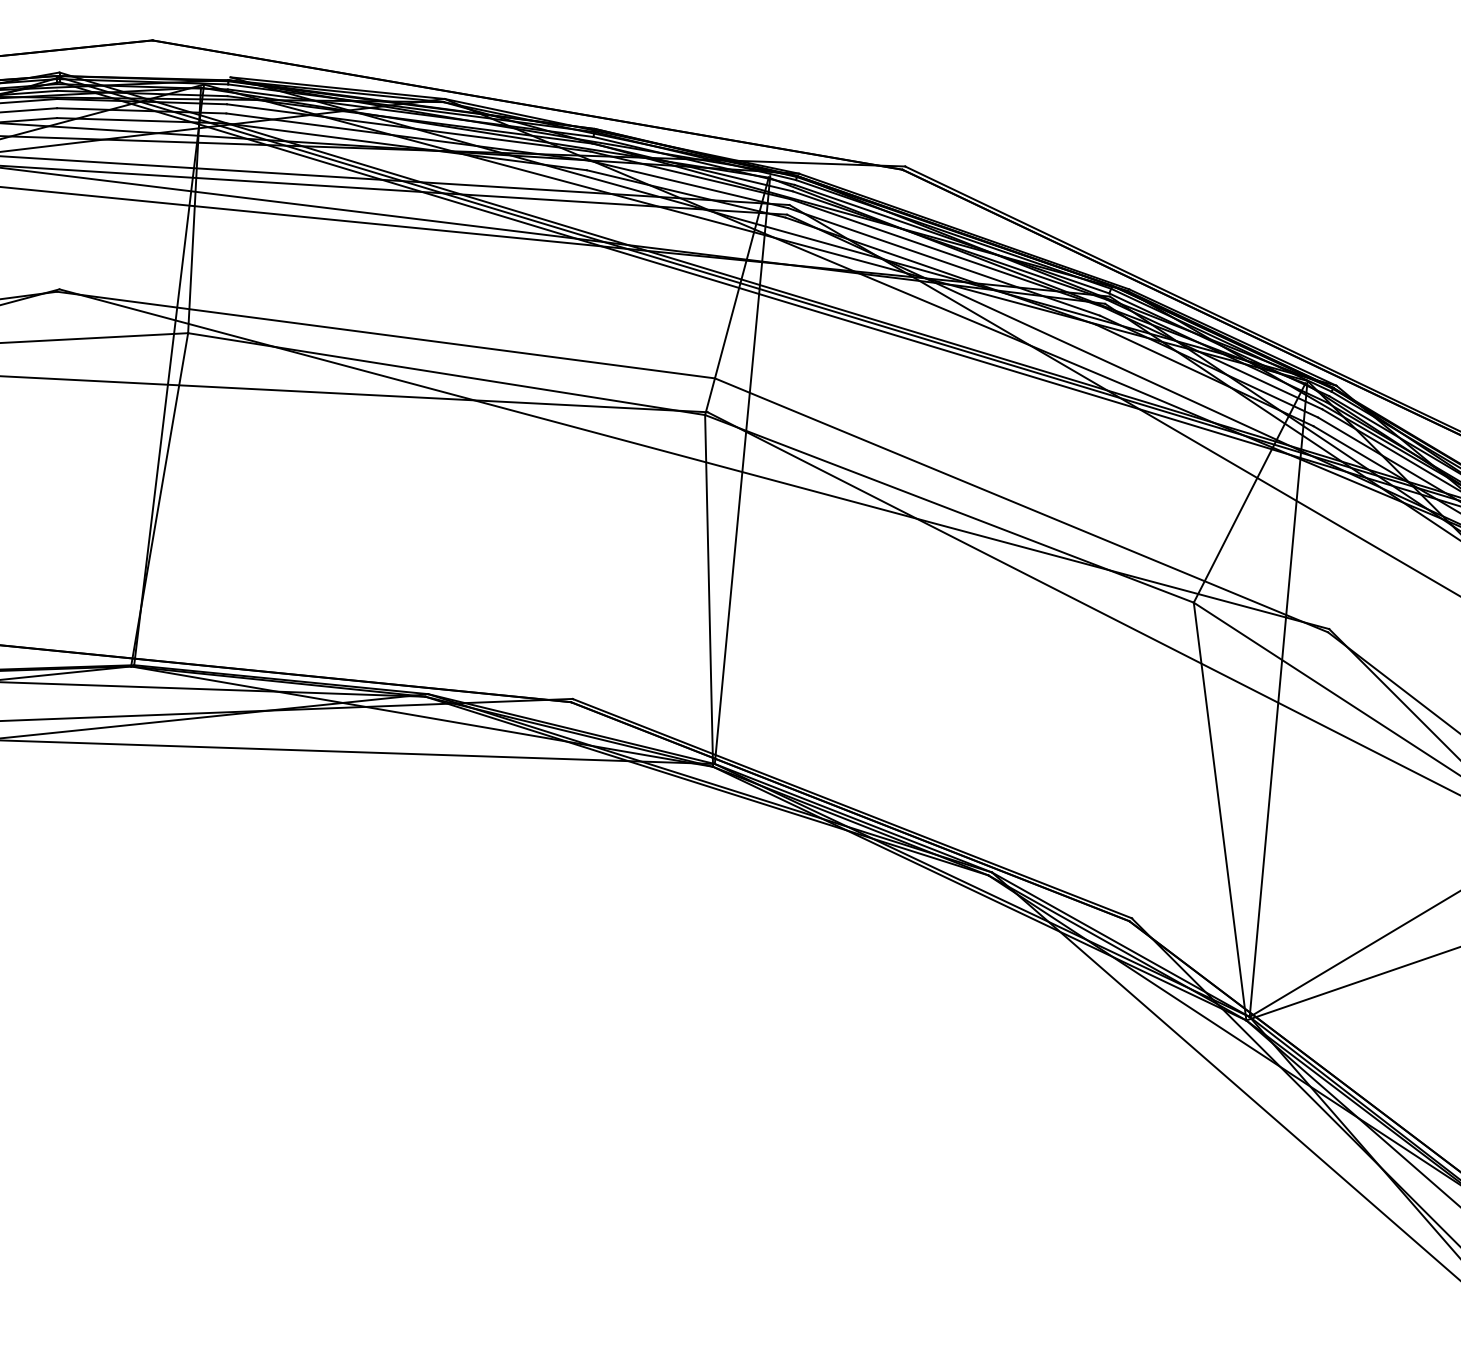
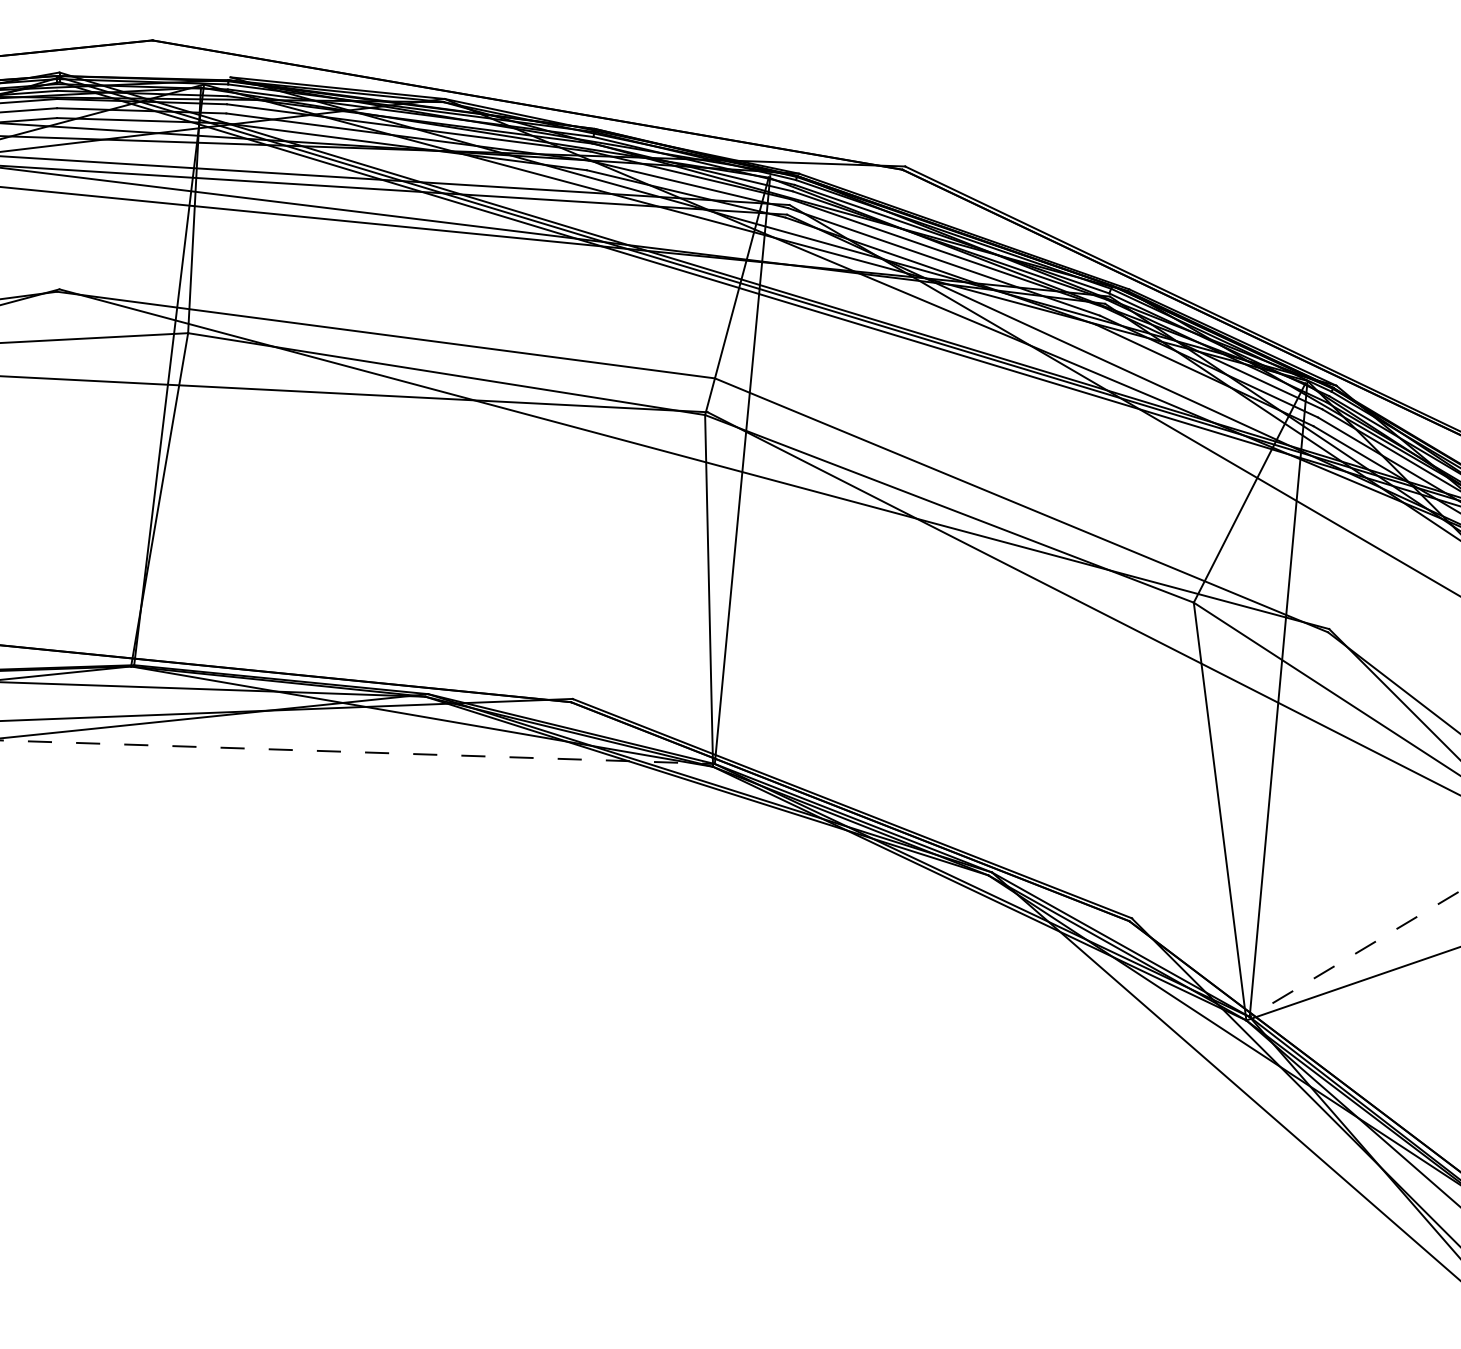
line at (358, 752): solid -> dashed
line at (1355, 953): solid -> dashed
